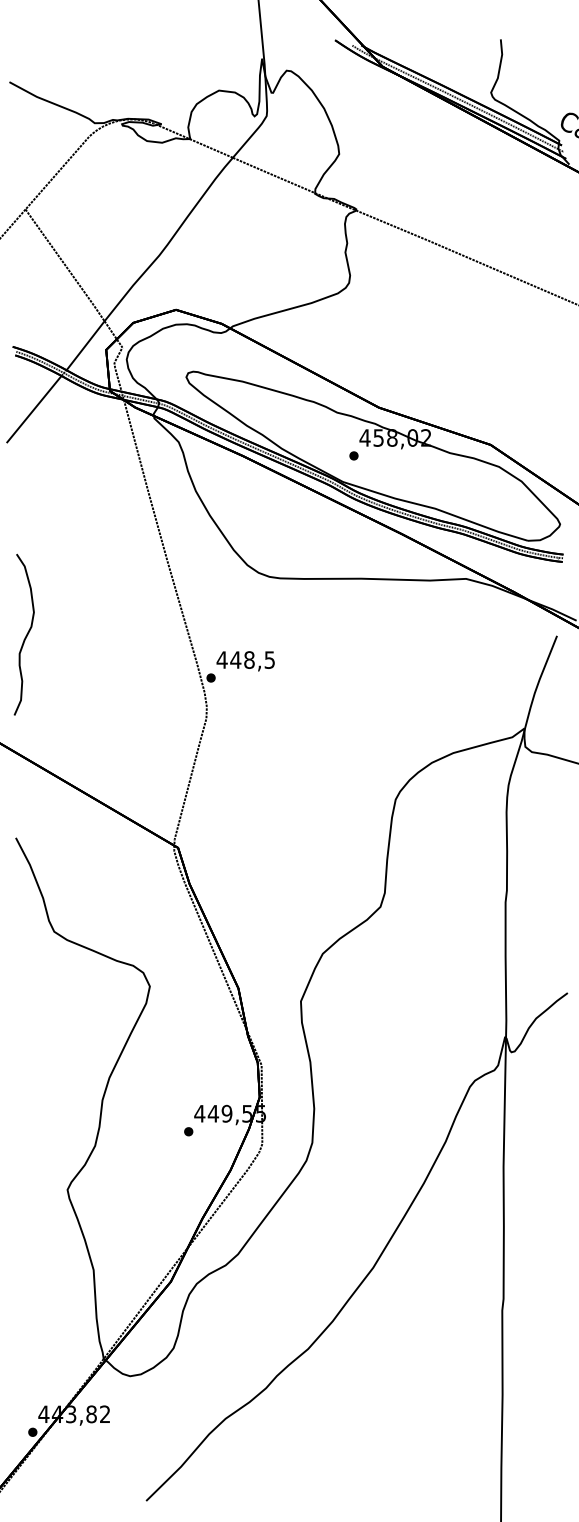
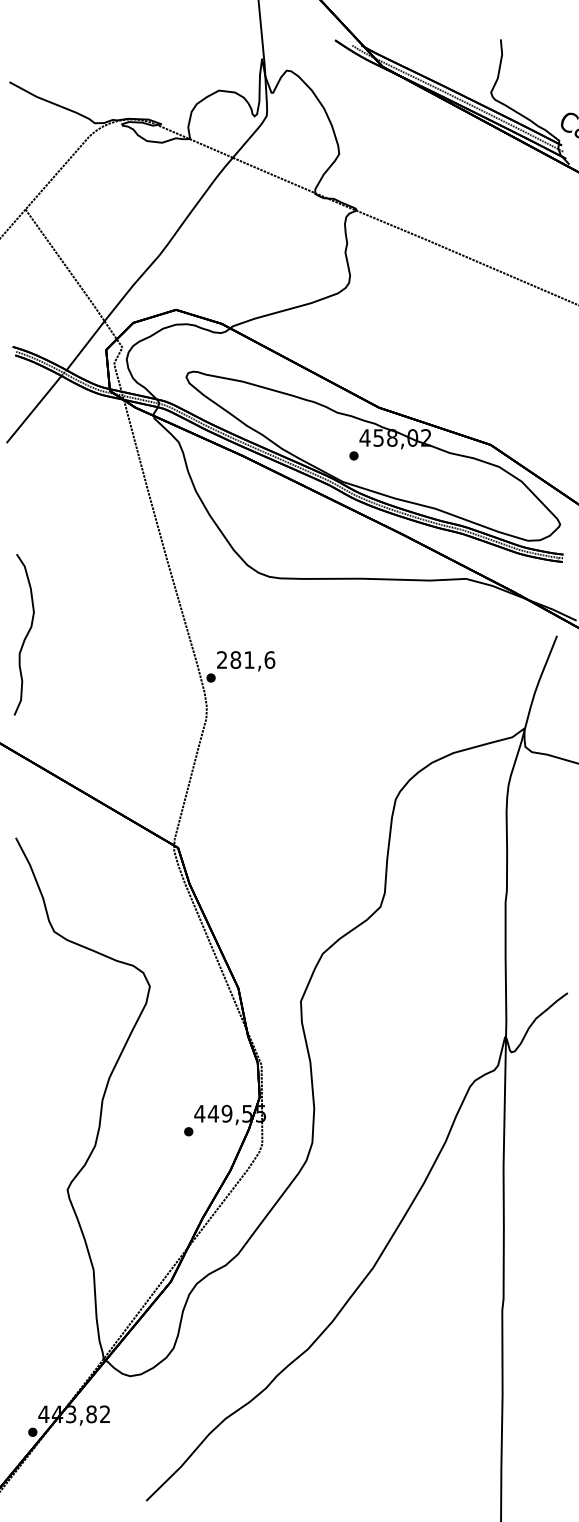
text at (245, 659): 448,5 -> 281,6
